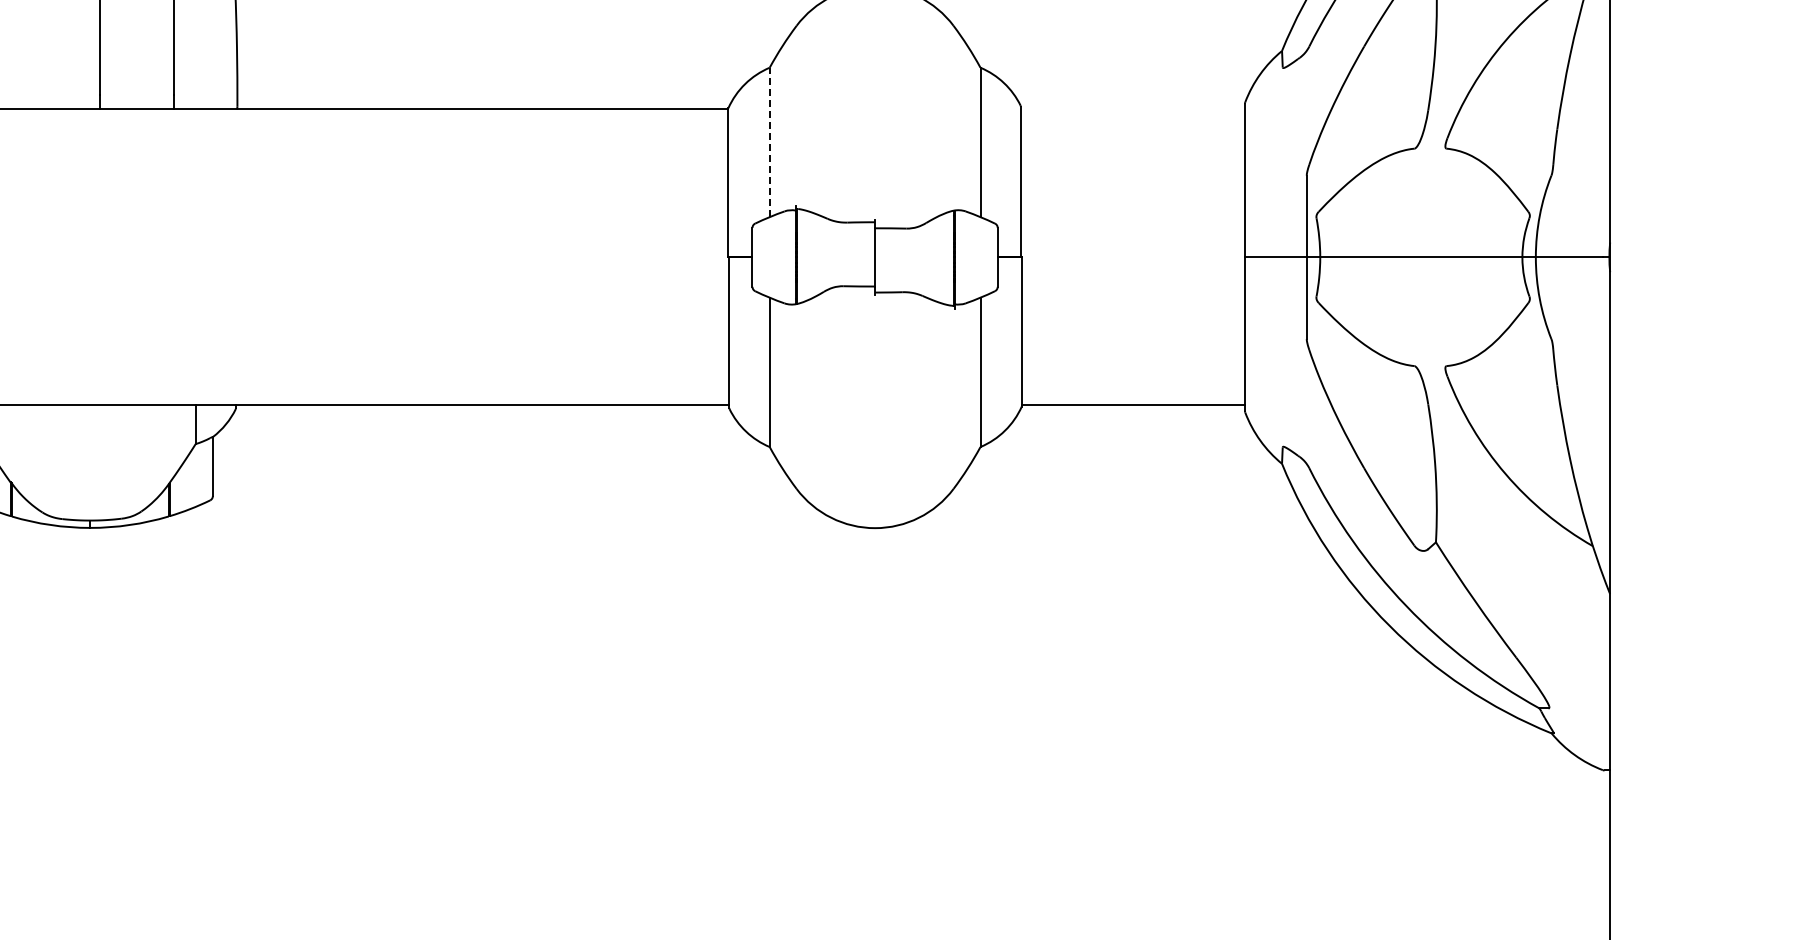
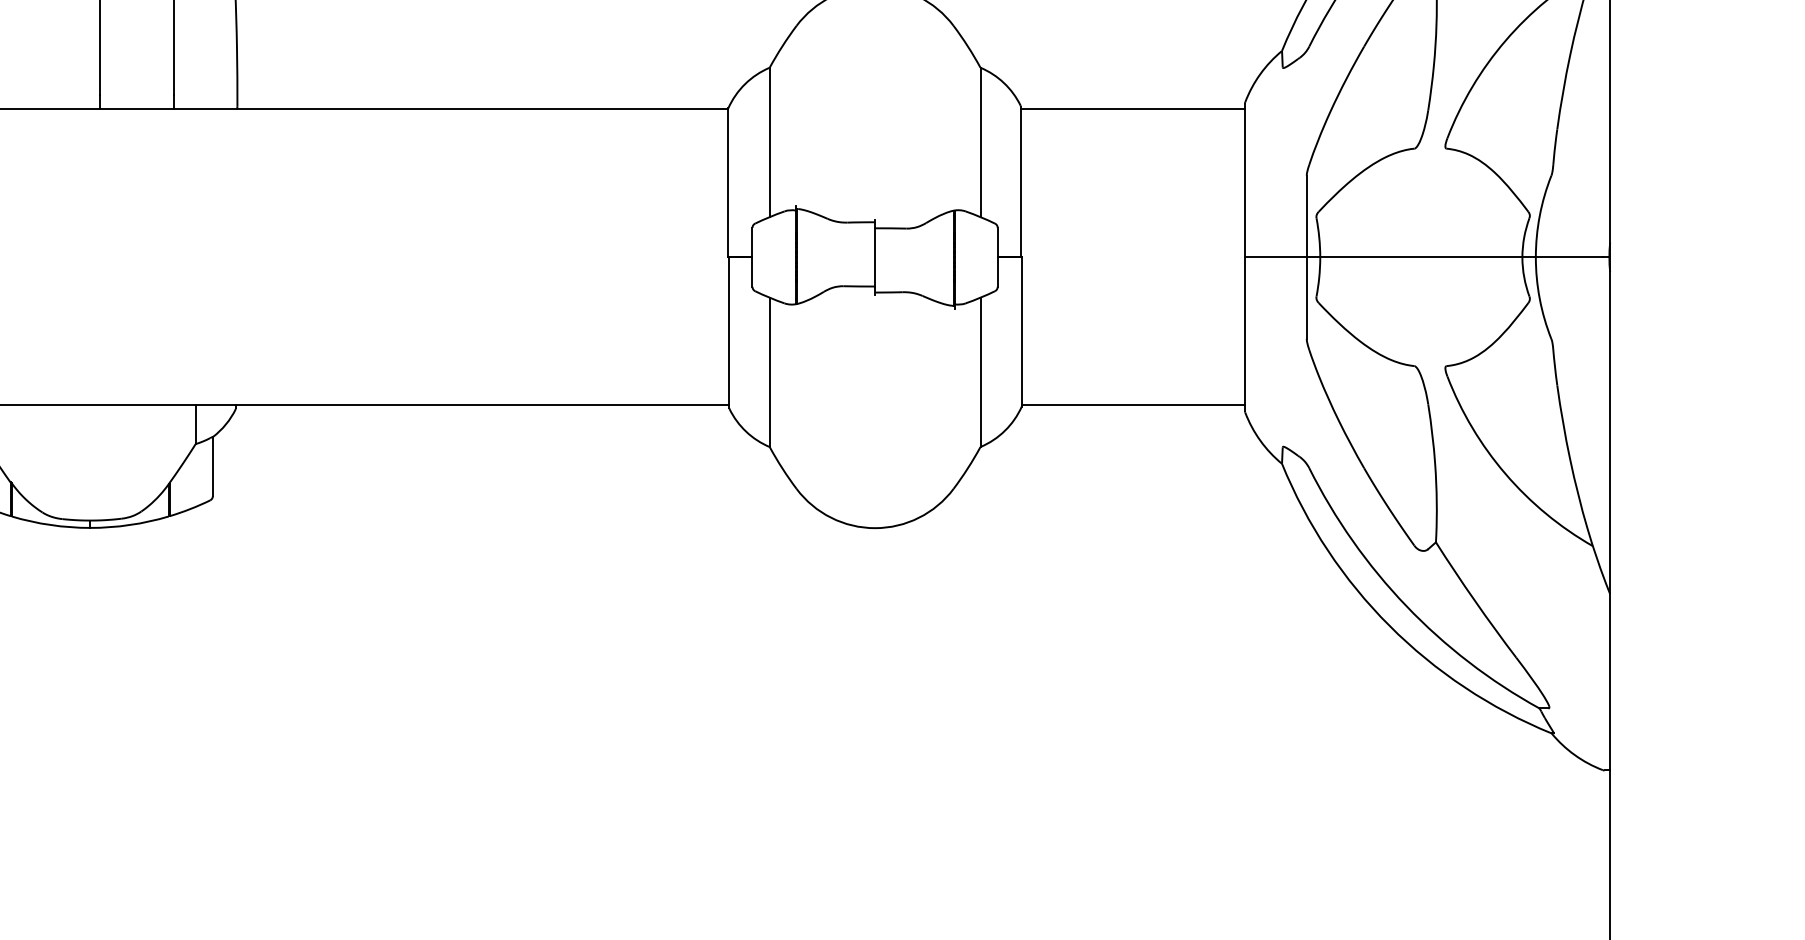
line at (1132, 109): none -> present
line at (769, 142): dashed -> solid
